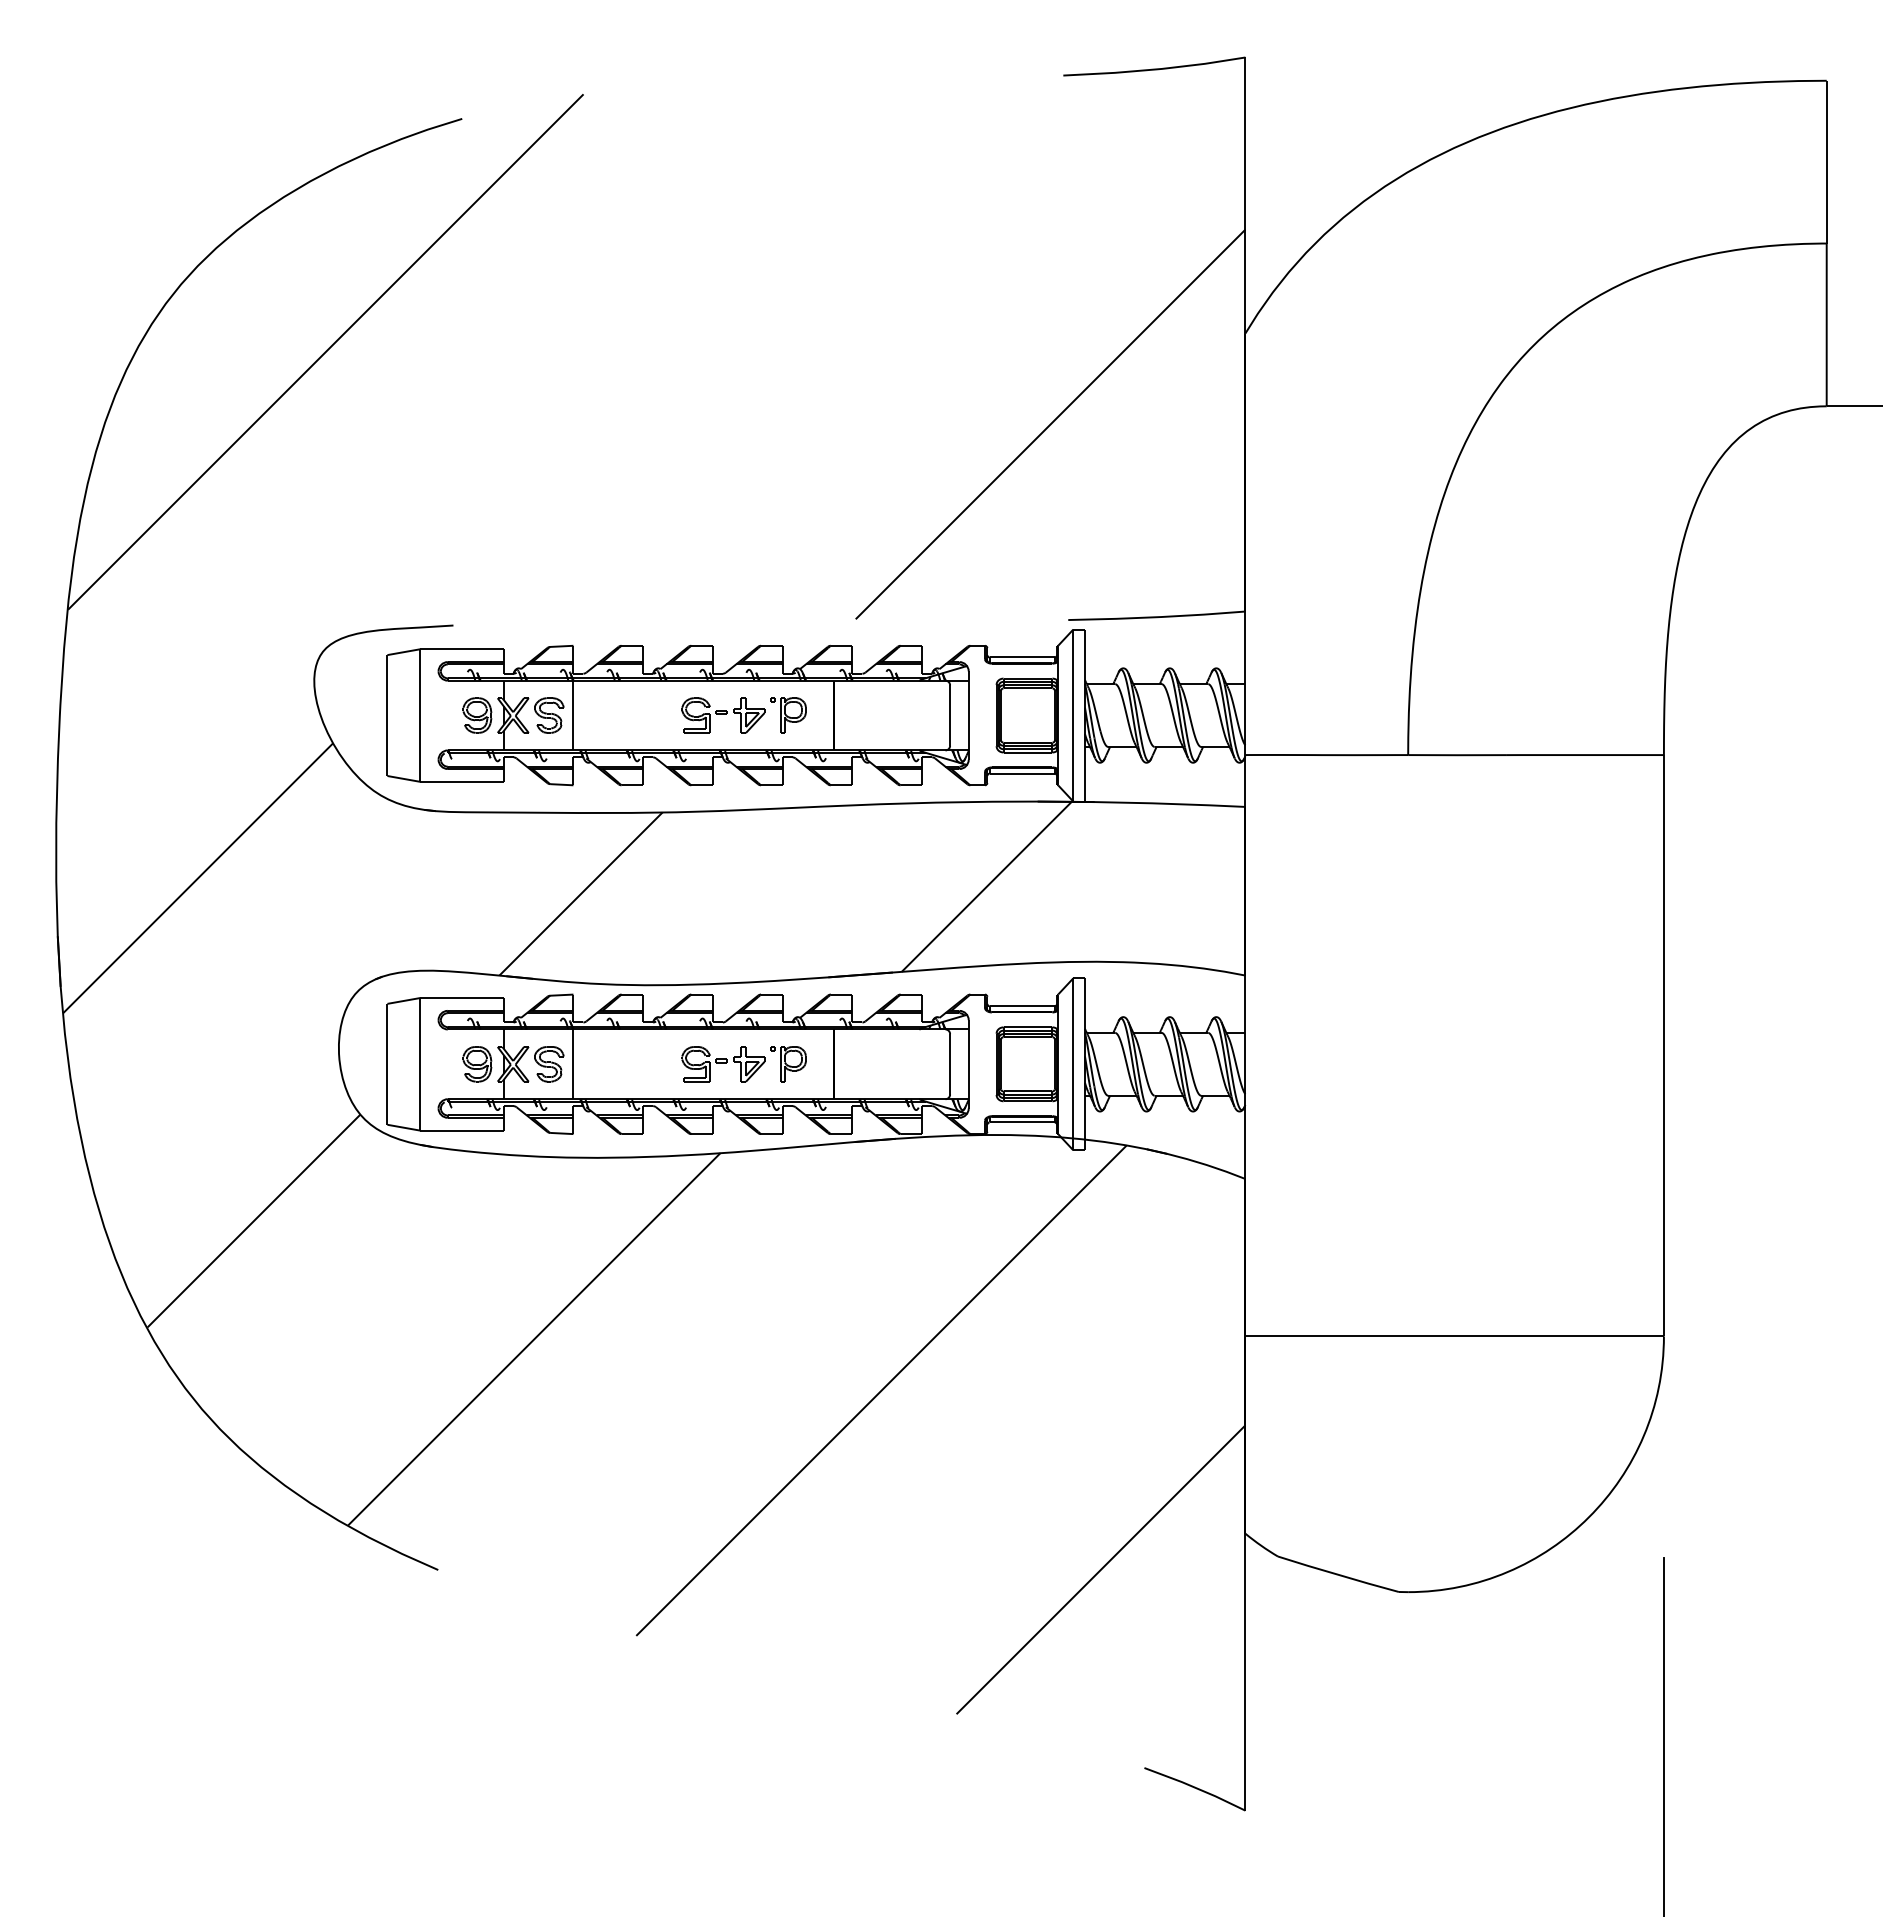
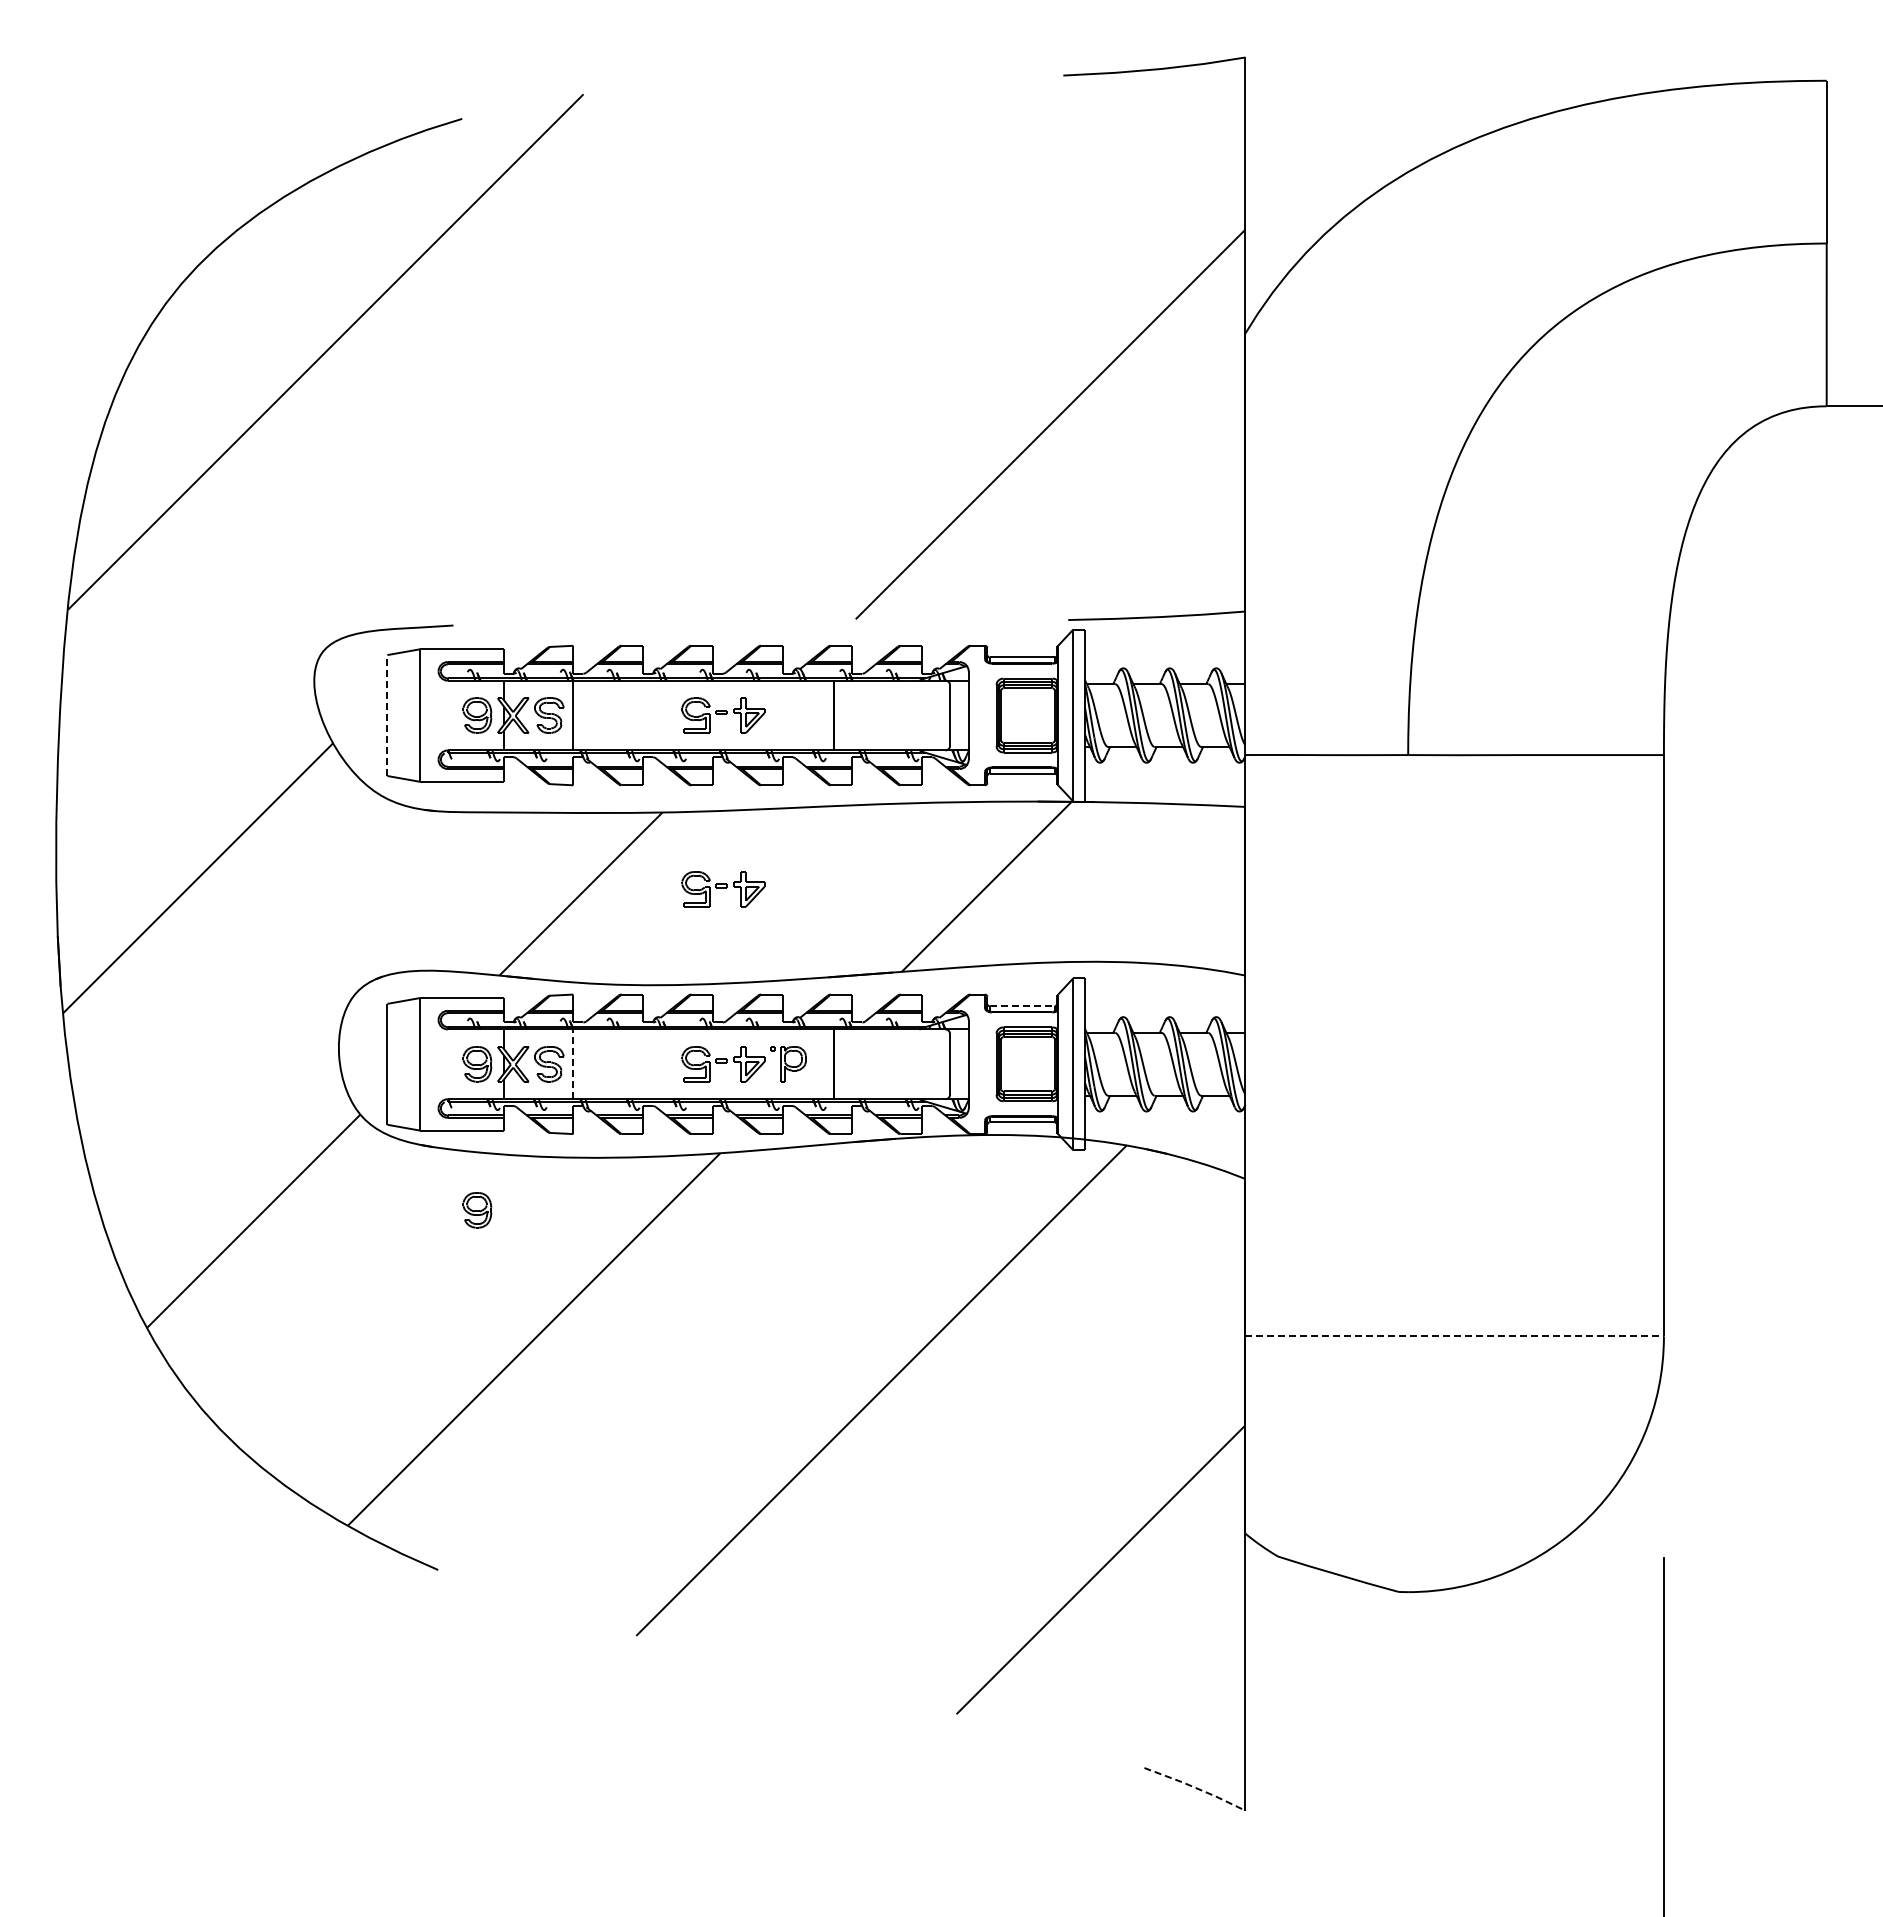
line at (387, 715): solid -> dashed
part at (788, 715): present -> none
part at (723, 889): none -> present
line at (1022, 1006): solid -> dashed
line at (573, 1064): solid -> dashed
part at (477, 1210): none -> present
line at (1455, 1336): solid -> dashed
line at (1195, 1787): solid -> dashed
